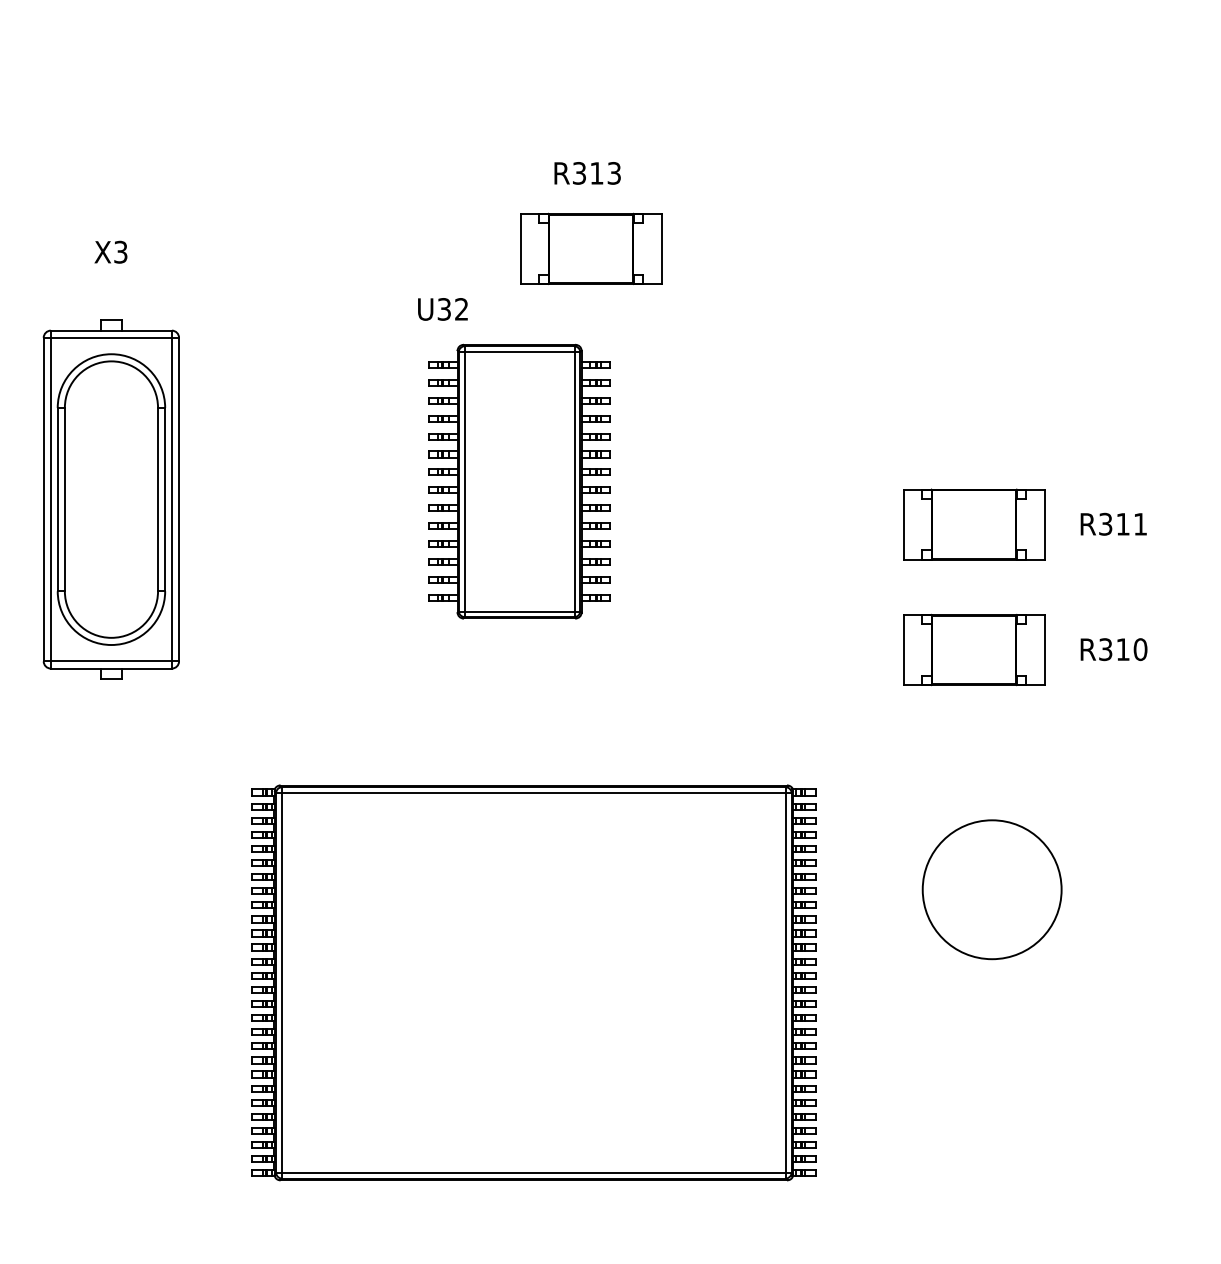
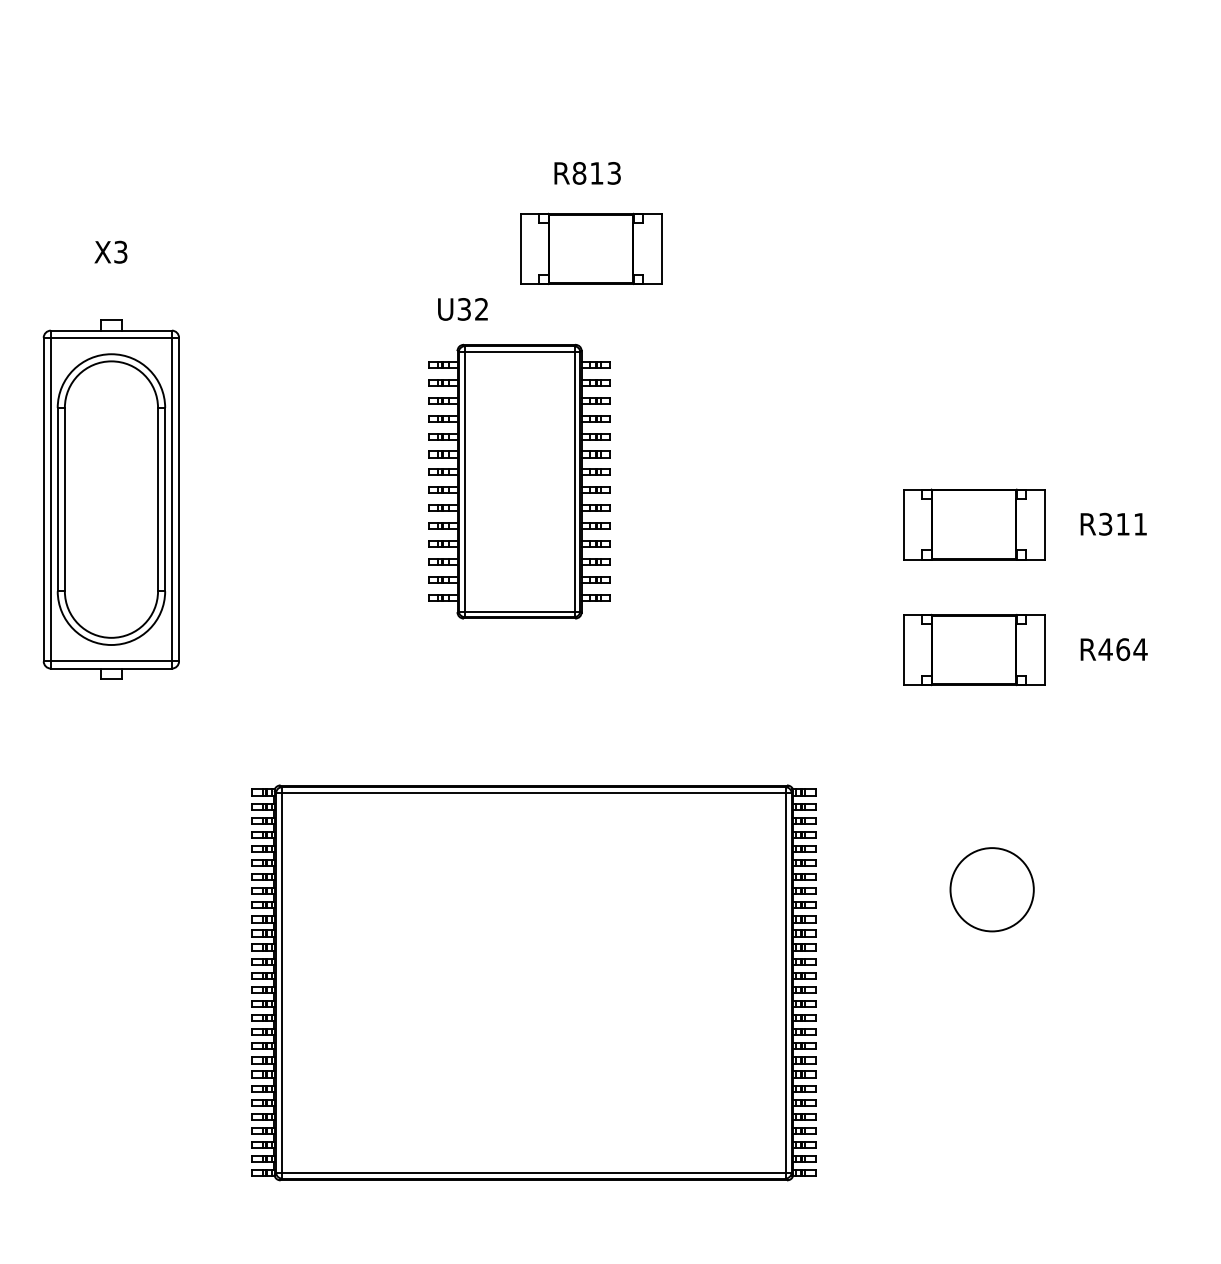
text at (579, 173): R313 -> R813
text at (442, 309) position: (442, 309) -> (462, 309)
text at (1122, 649): R310 -> R464
circle at (991, 889) diameter: 139 px -> 83 px
